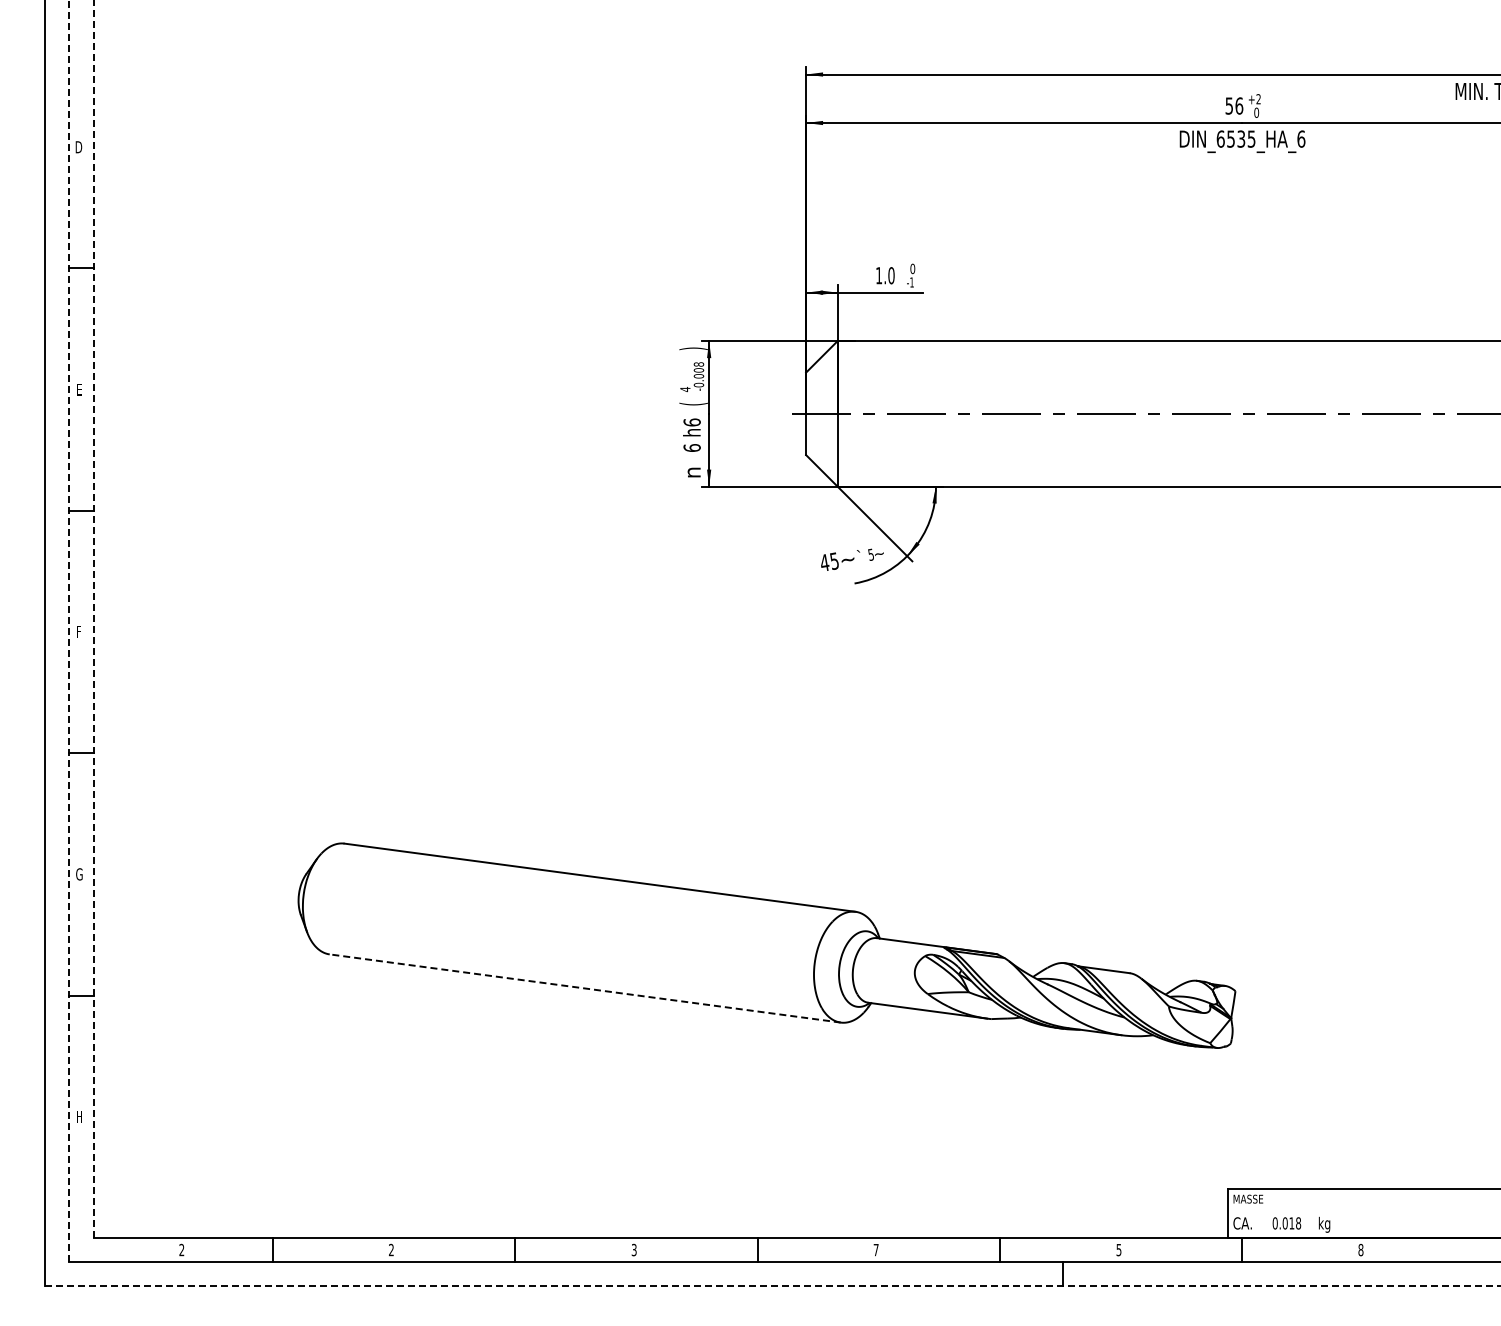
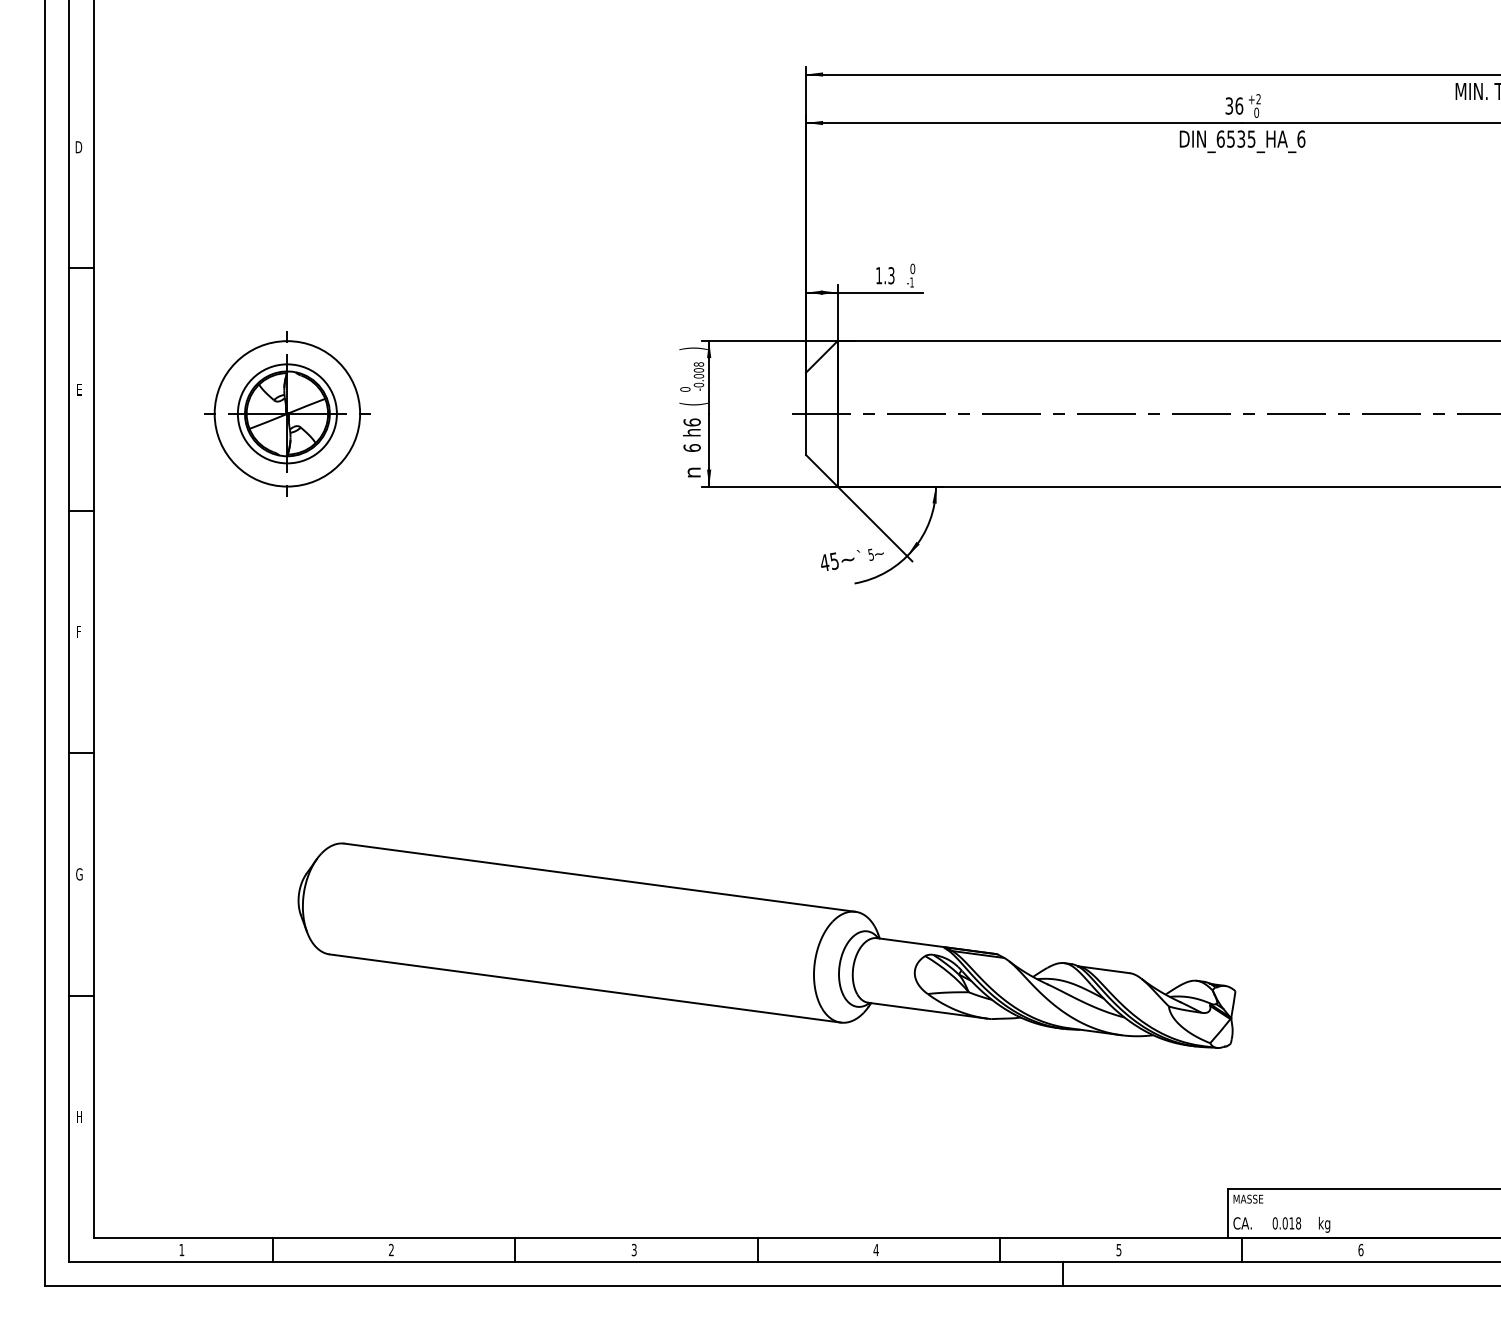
text at (1229, 105): 56 -> 36
text at (891, 275): 1.0 -> 1.3
text at (685, 389): 4 -> 0
part at (287, 413): none -> present
line at (93, 619): dashed -> solid
line at (69, 631): dashed -> solid
line at (585, 988): dashed -> solid
text at (181, 1249): 2 -> 1
text at (1360, 1249): 8 -> 6
text at (875, 1250): 7 -> 4
line at (772, 1286): dashed -> solid
